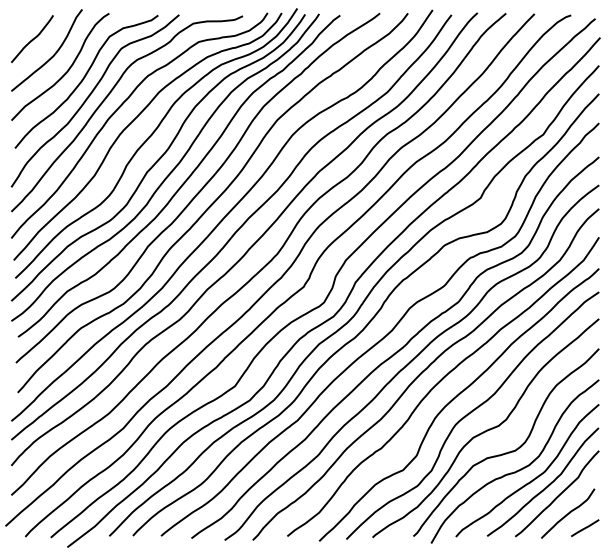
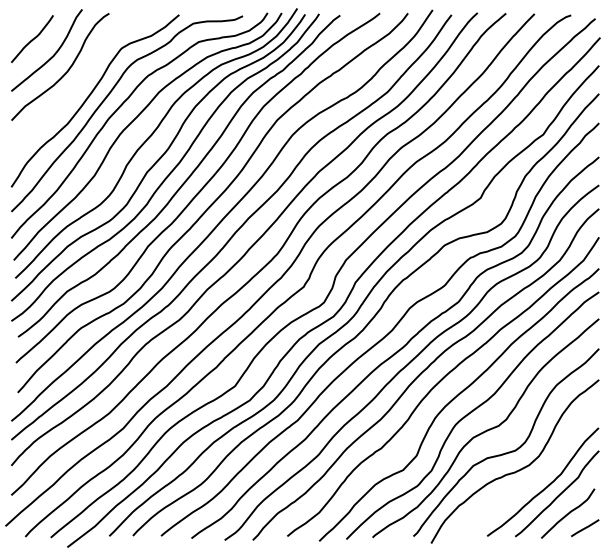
curve at (84, 79): present -> none
curve at (533, 478): present -> none
